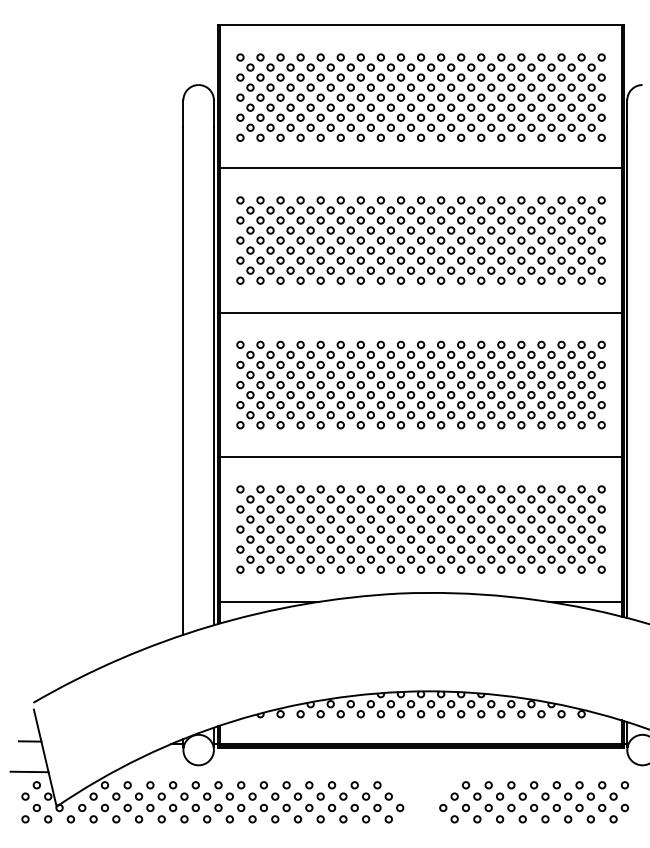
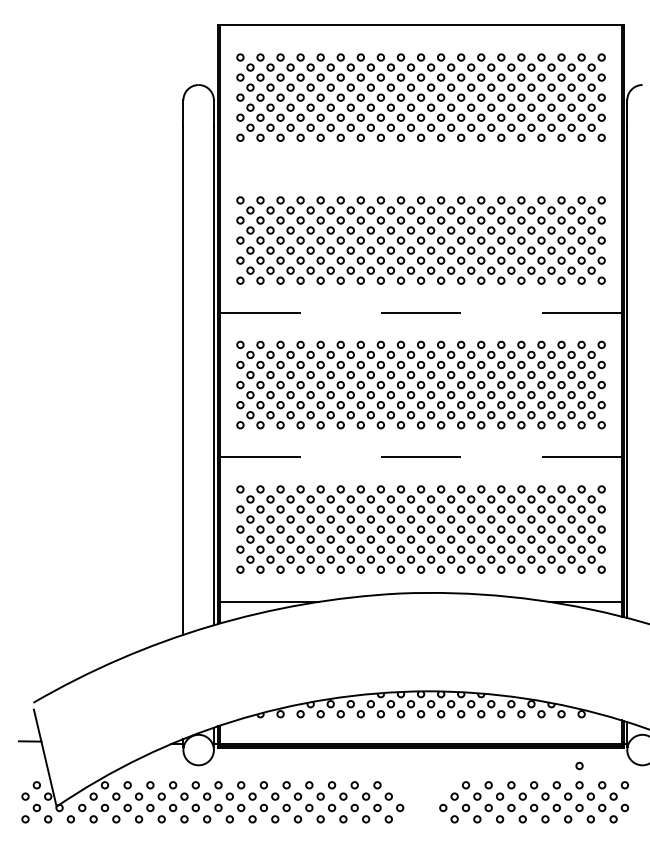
line at (420, 168): present -> none
line at (421, 312): solid -> dashed
line at (421, 457): solid -> dashed
circle at (579, 765): none -> present
line at (29, 771): present -> none
